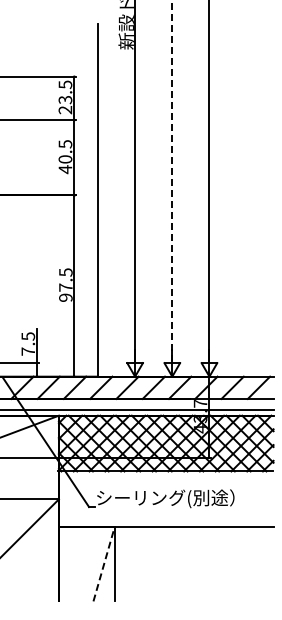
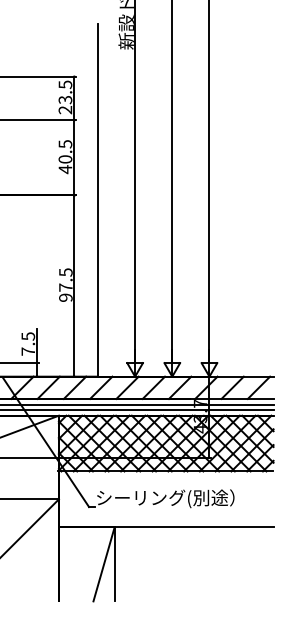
line at (172, 181): dashed -> solid
line at (137, 404): none -> present
line at (104, 564): dashed -> solid
